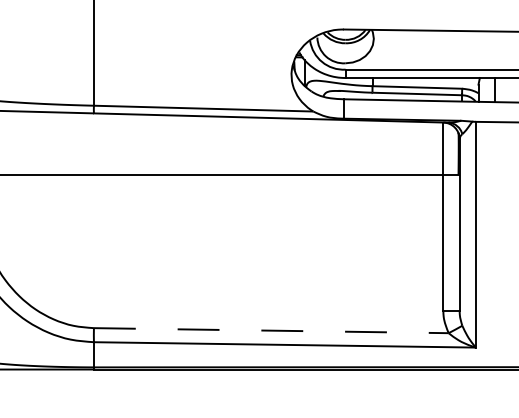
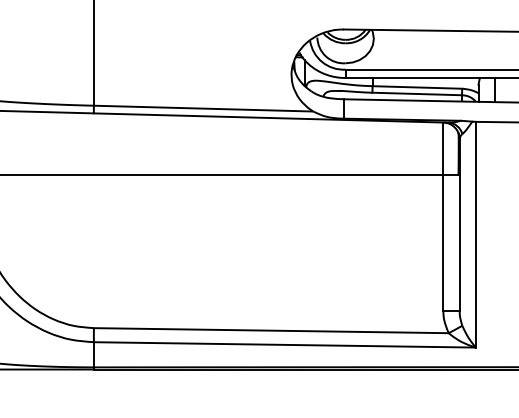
line at (271, 330): dashed -> solid
